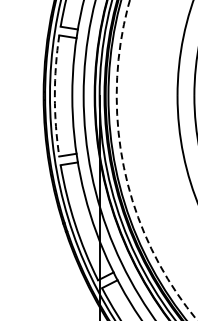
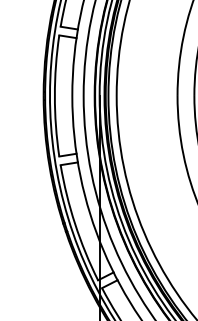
arc at (54, 95): dashed -> solid
circle at (156, 160): dashed -> solid
